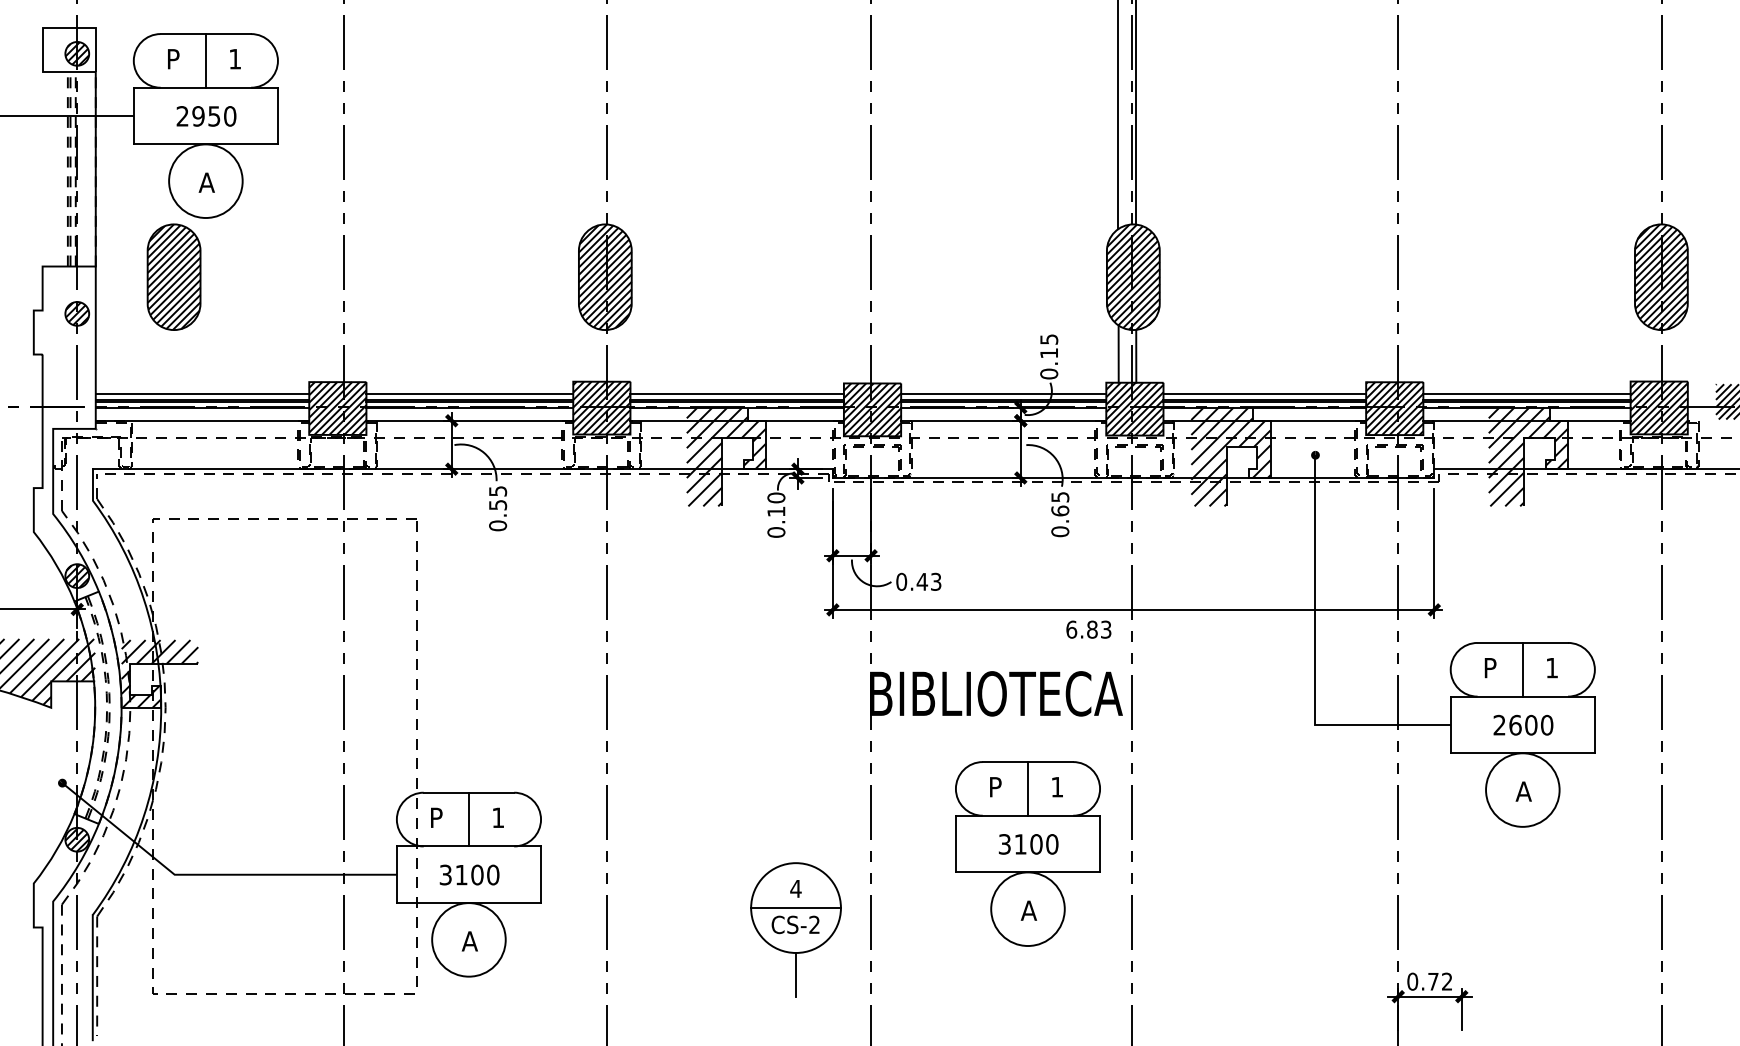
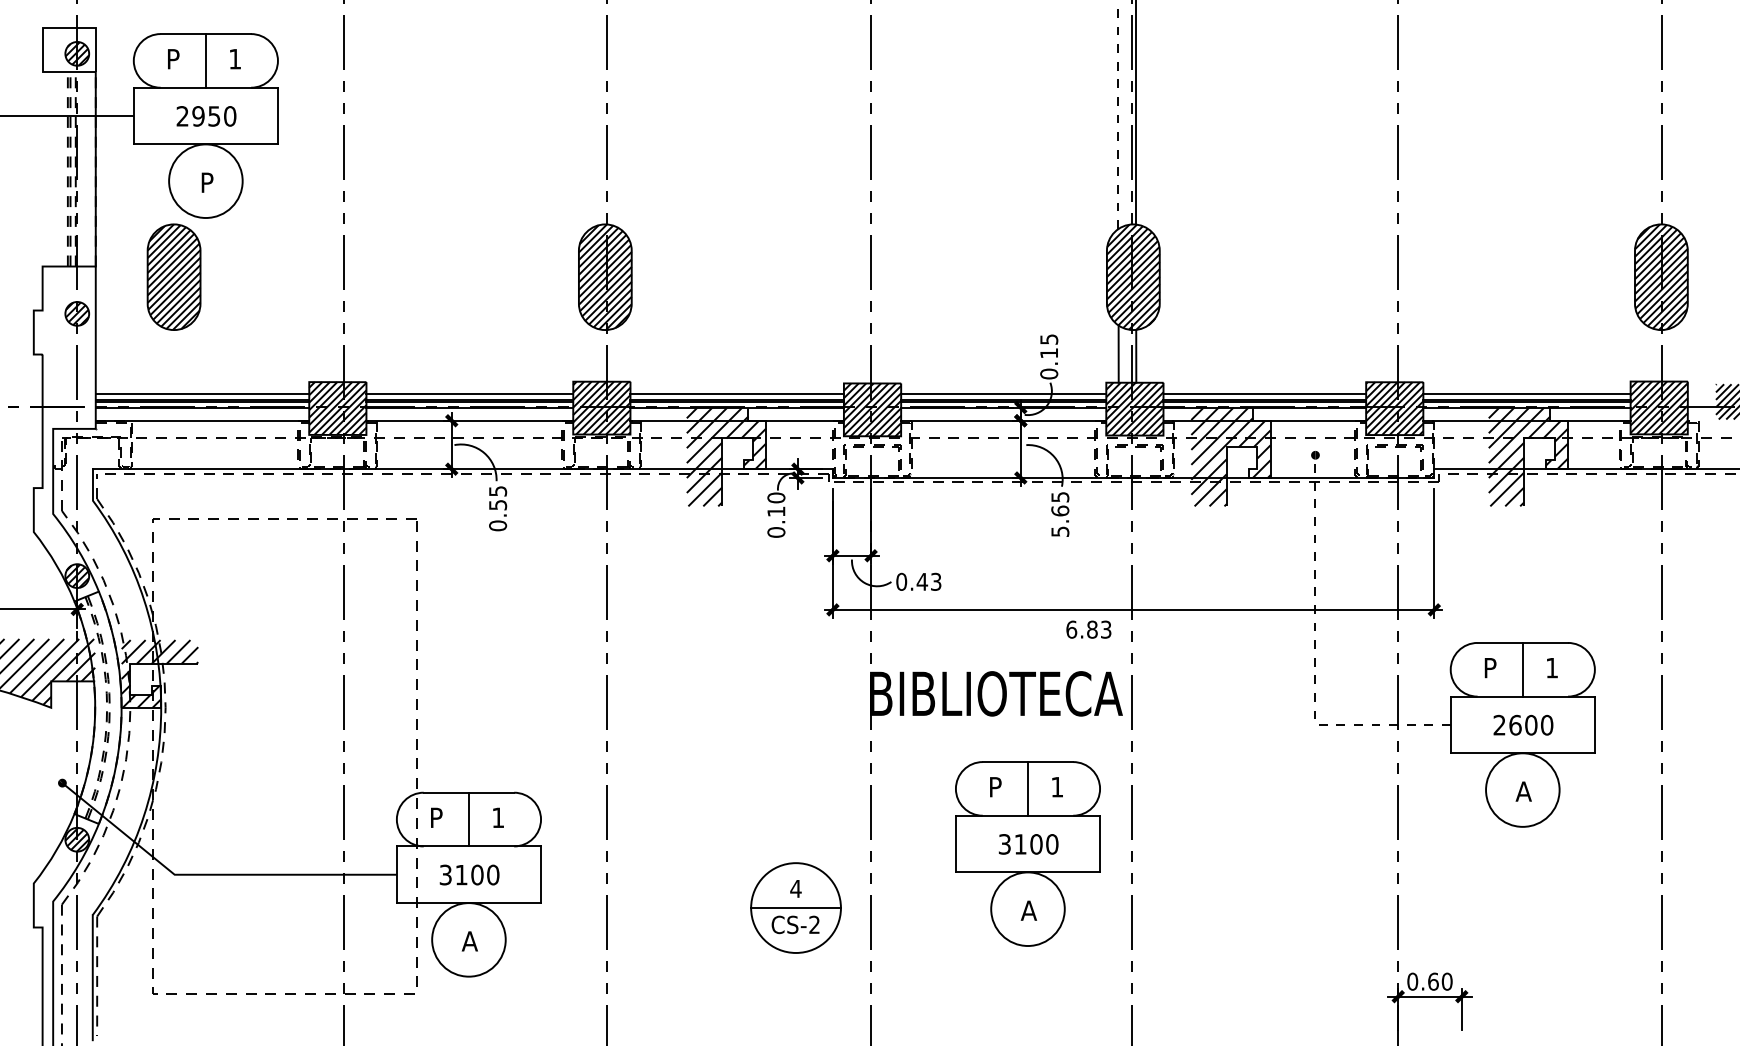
line at (1118, 114): solid -> dashed
text at (206, 182): A -> P
text at (1060, 531): 0.65 -> 5.65
line at (1315, 658): solid -> dashed
line at (796, 974): present -> none
text at (1440, 981): 0.72 -> 0.60
